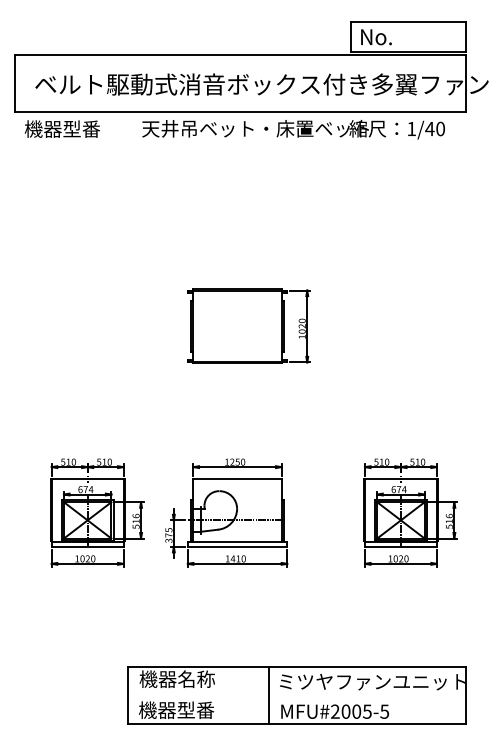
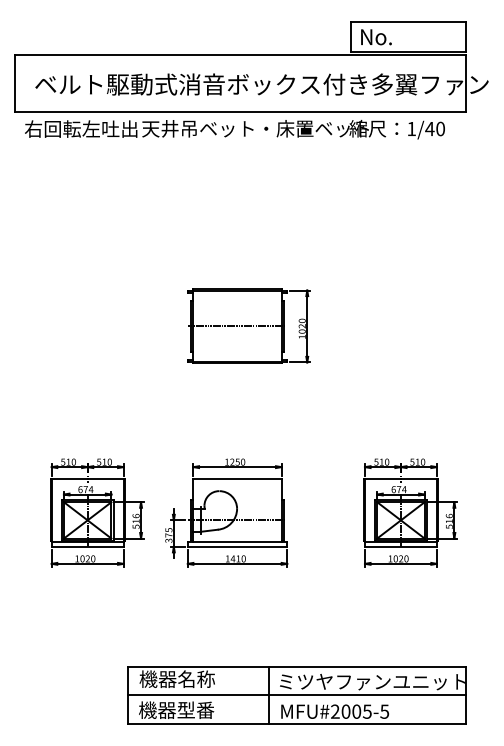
text at (81, 128): 機器型番 -> 右回転左吐出
line at (237, 326): none -> present
line at (296, 695): none -> present
